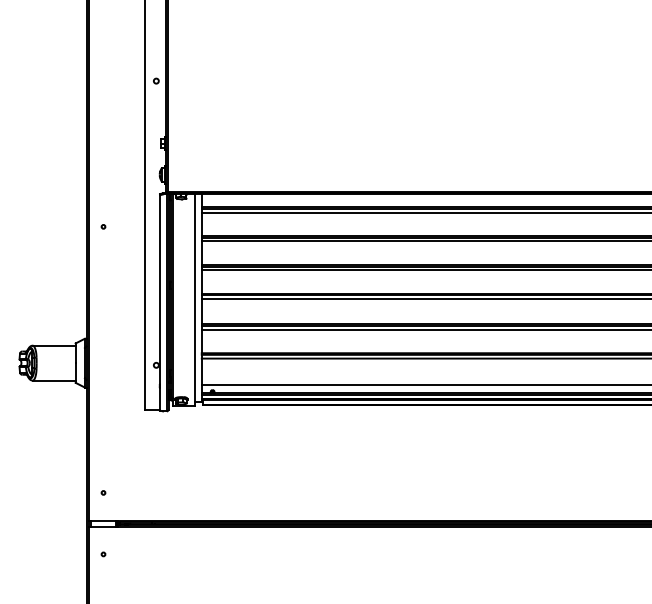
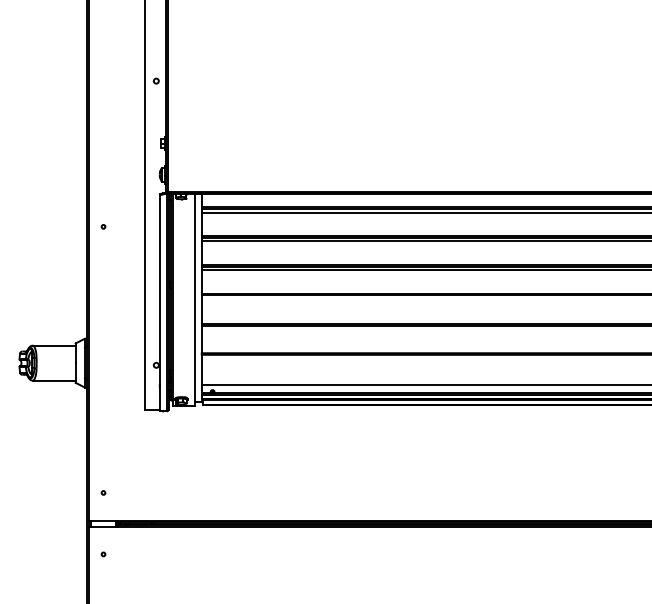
line at (424, 299): present -> none
line at (424, 329): present -> none
line at (424, 358): present -> none
